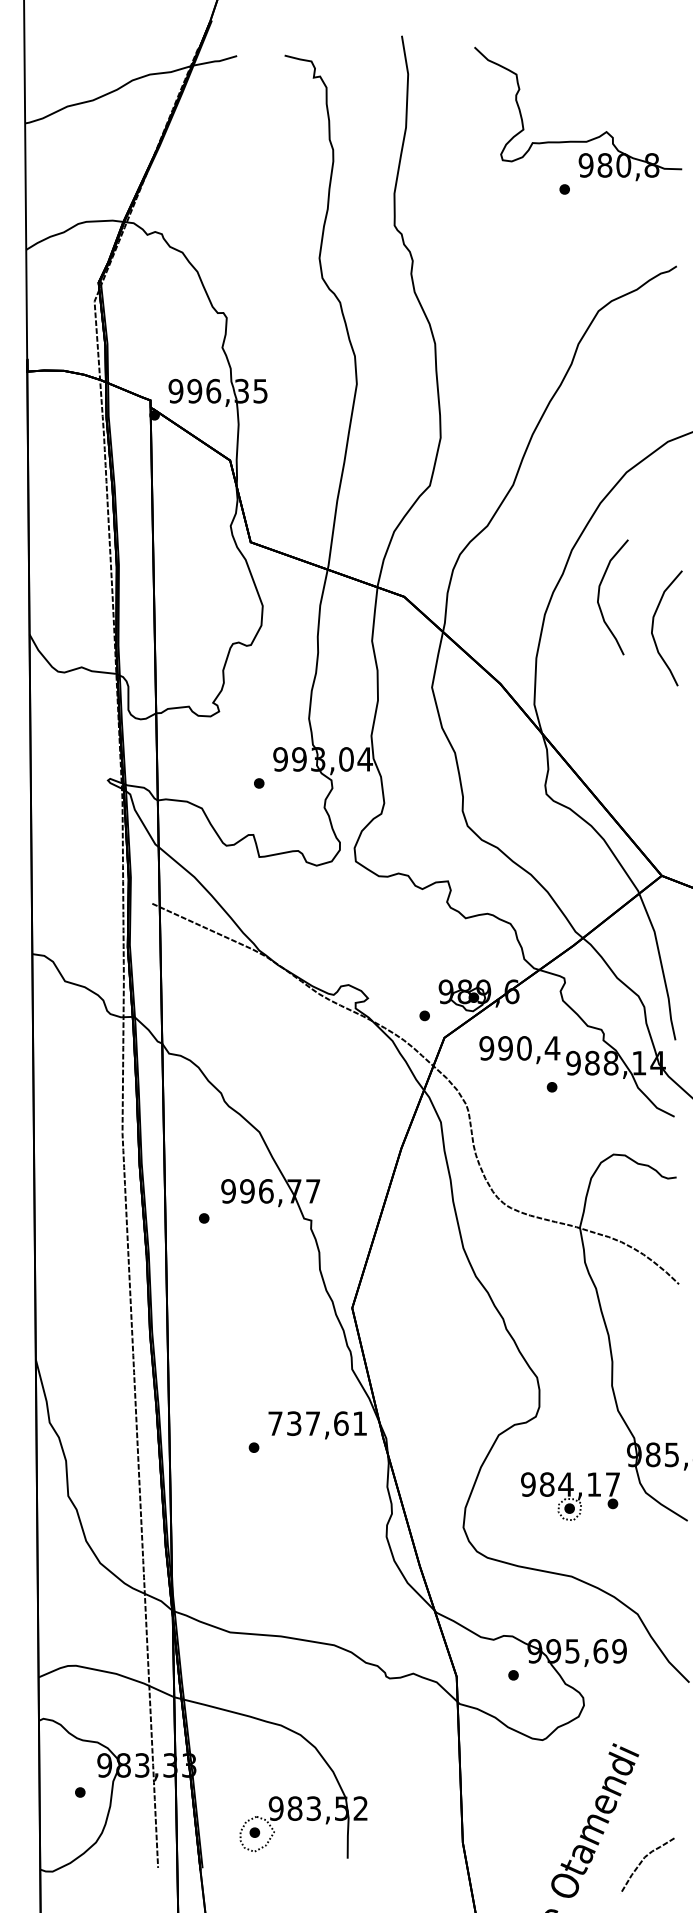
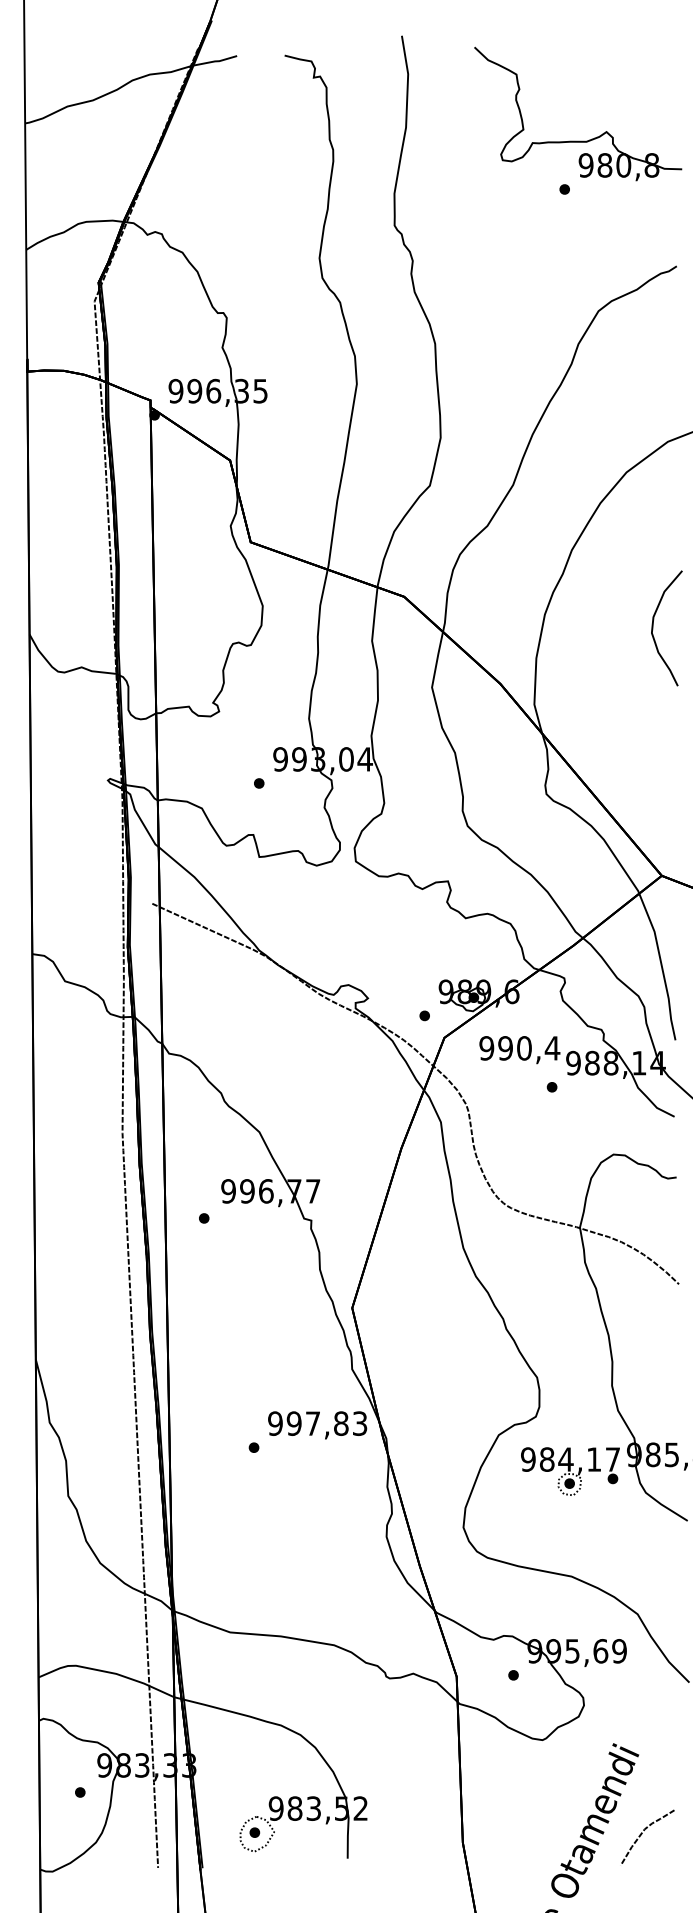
curve at (599, 597): present -> none
text at (317, 1423): 737,61 -> 997,83
part at (570, 1496) position: (570, 1496) -> (570, 1471)
curve at (642, 1862) position: (642, 1862) -> (642, 1834)
